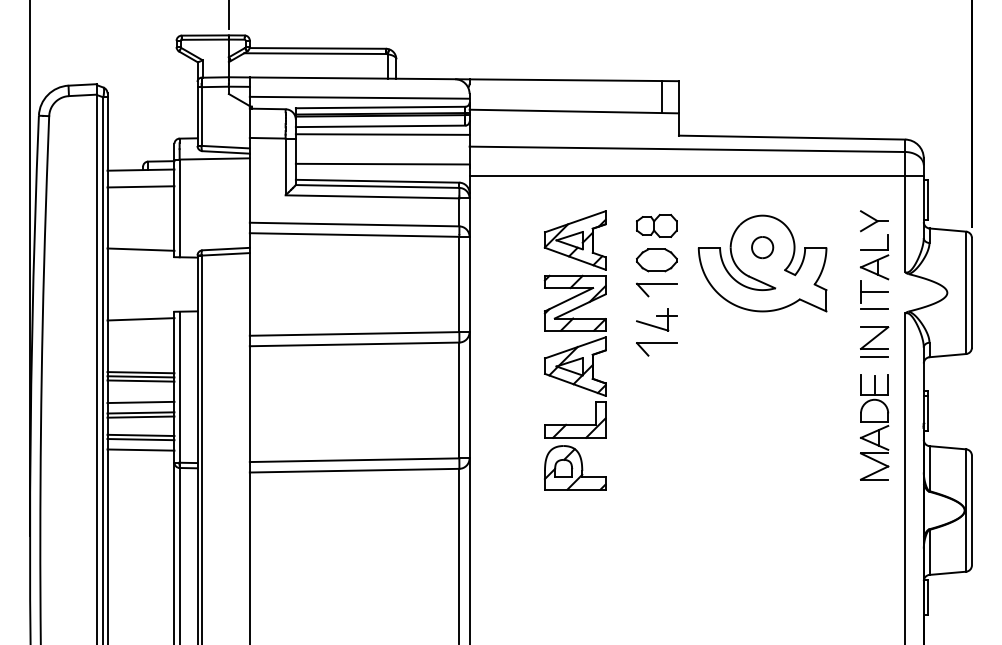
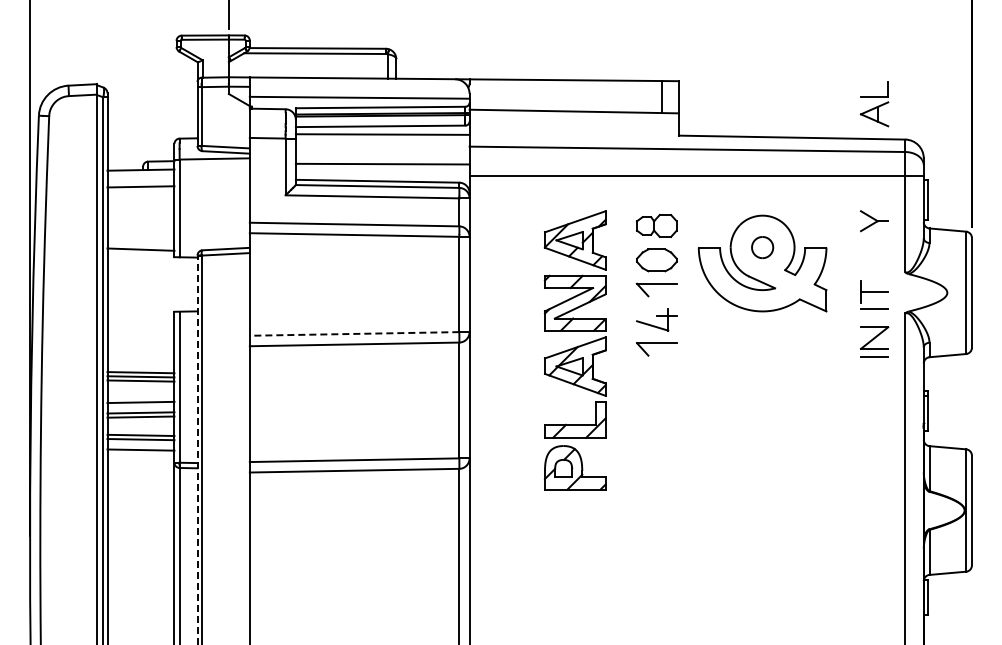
part at (874, 257) position: (874, 257) -> (874, 104)
line at (140, 319): present -> none
line at (354, 333): solid -> dashed
part at (874, 427): present -> none
line at (197, 449): solid -> dashed
